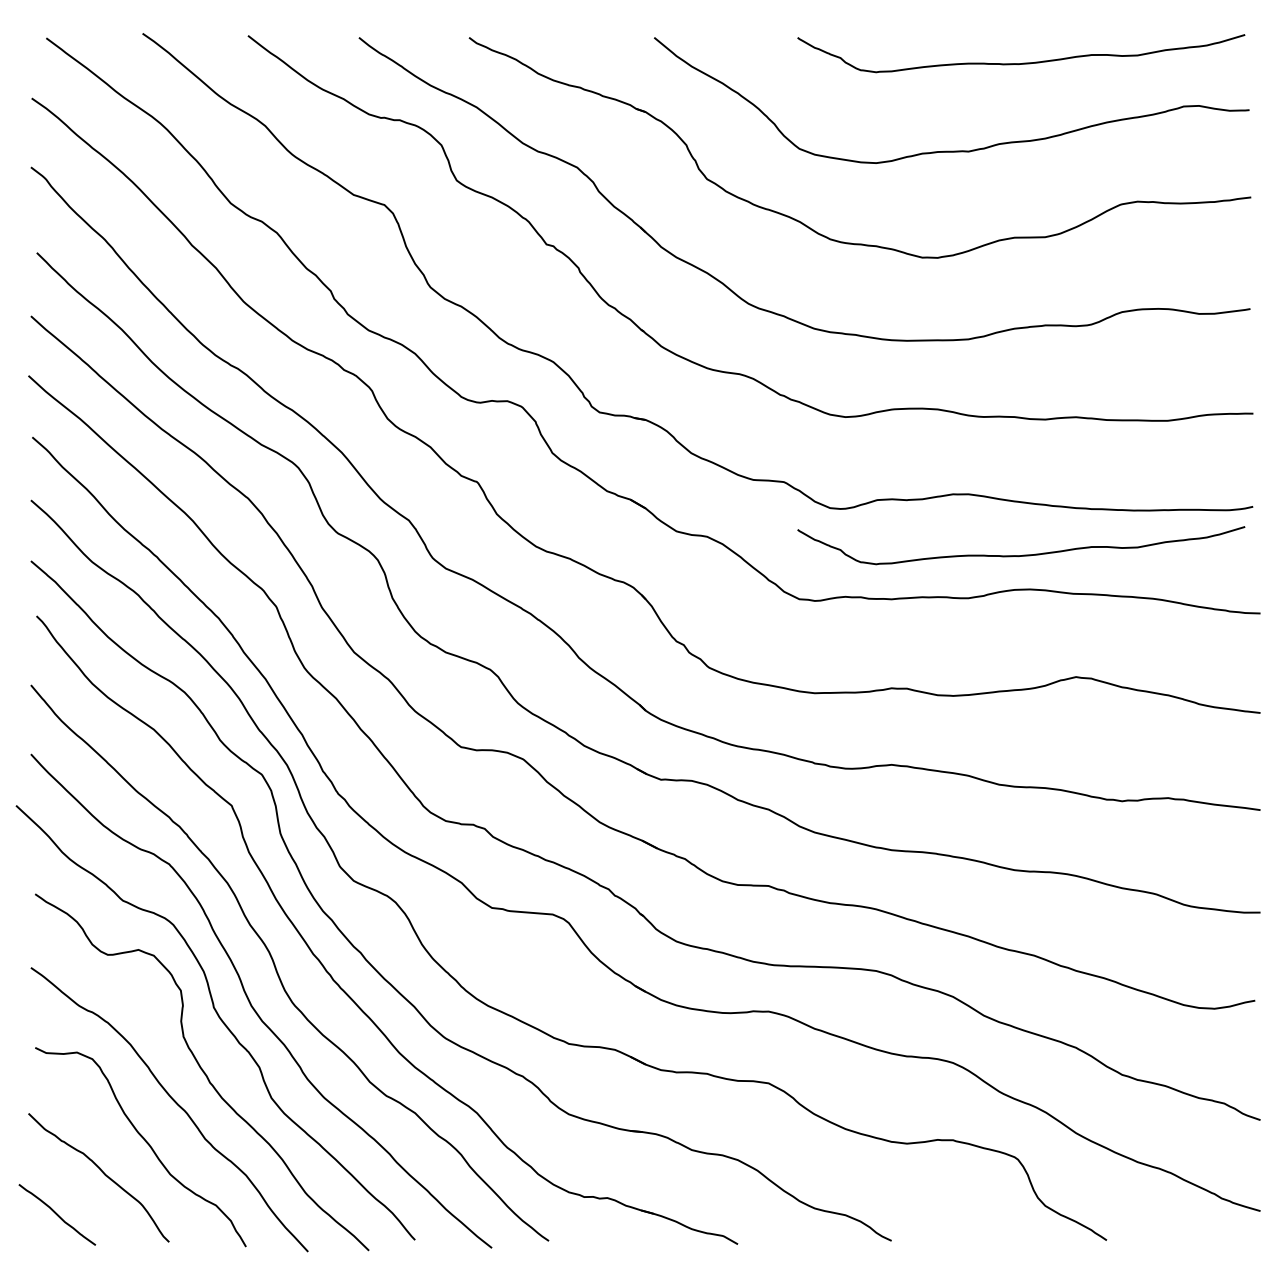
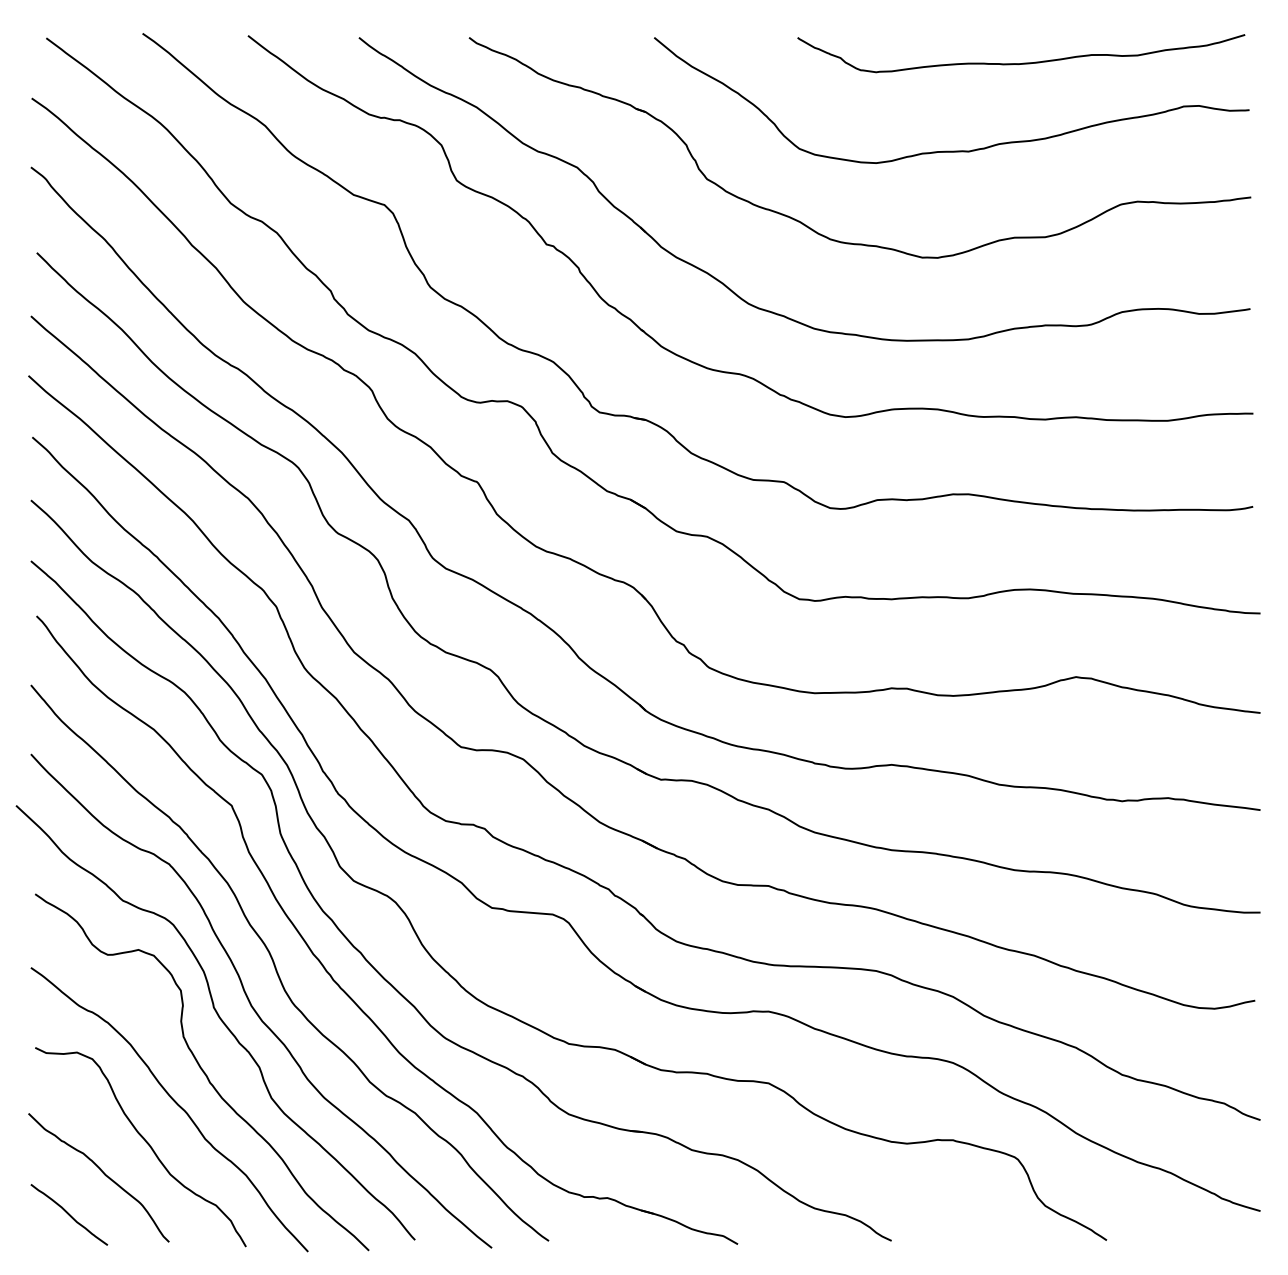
curve at (1023, 554): present -> none
curve at (57, 1214) position: (57, 1214) -> (69, 1214)
